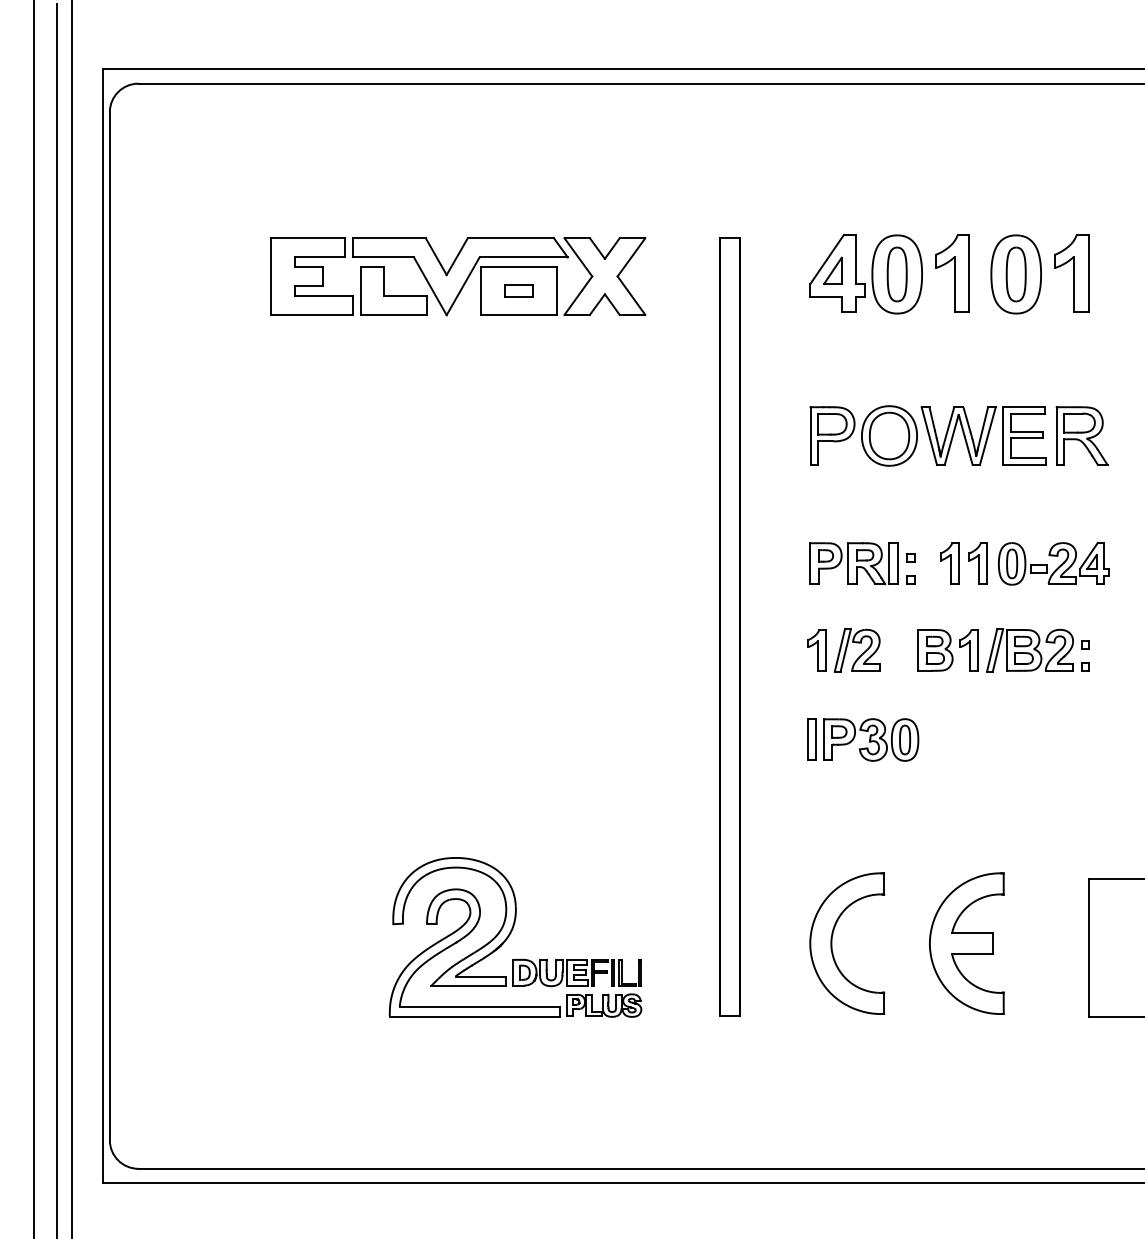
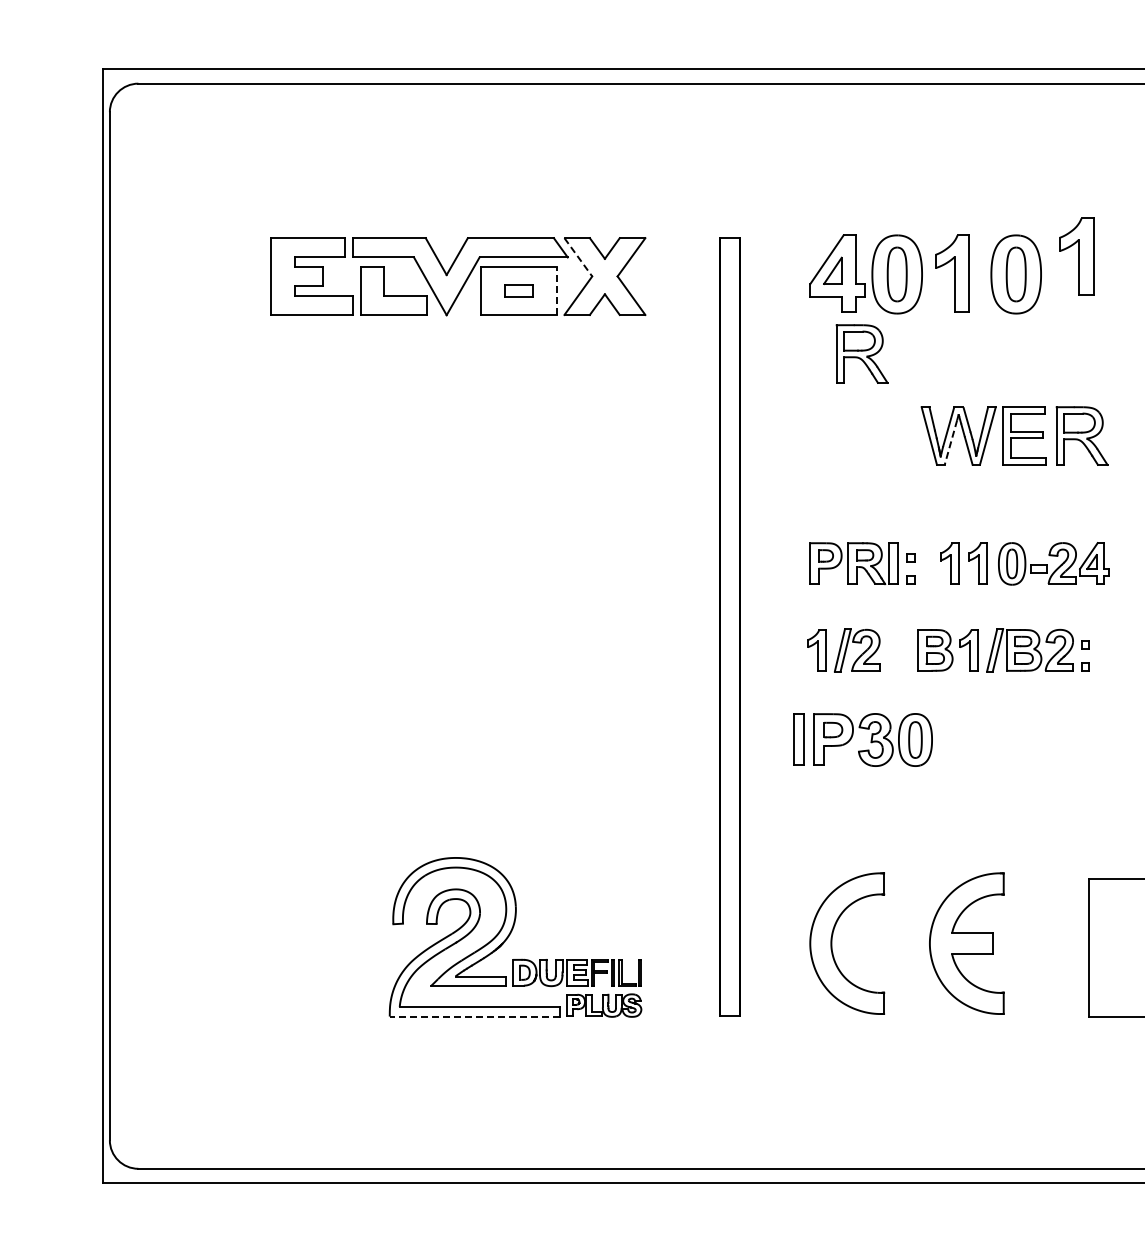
line at (578, 257): solid -> dashed
part at (1071, 273) position: (1071, 273) -> (1076, 256)
line at (557, 290): solid -> dashed
part at (861, 353): none -> present
part at (863, 435): present -> none
line at (950, 443): solid -> dashed
line at (34, 618): present -> none
line at (71, 618): present -> none
line at (57, 619): present -> none
part at (863, 739) size: 113x44 px -> 140x54 px
line at (474, 1016): solid -> dashed
